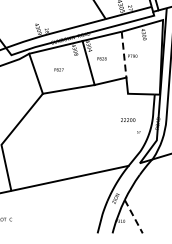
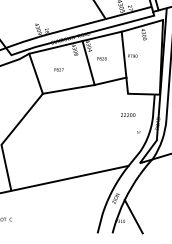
line at (124, 55): dashed -> solid
text at (128, 119) position: (128, 119) -> (128, 114)
line at (133, 216): dashed -> solid
